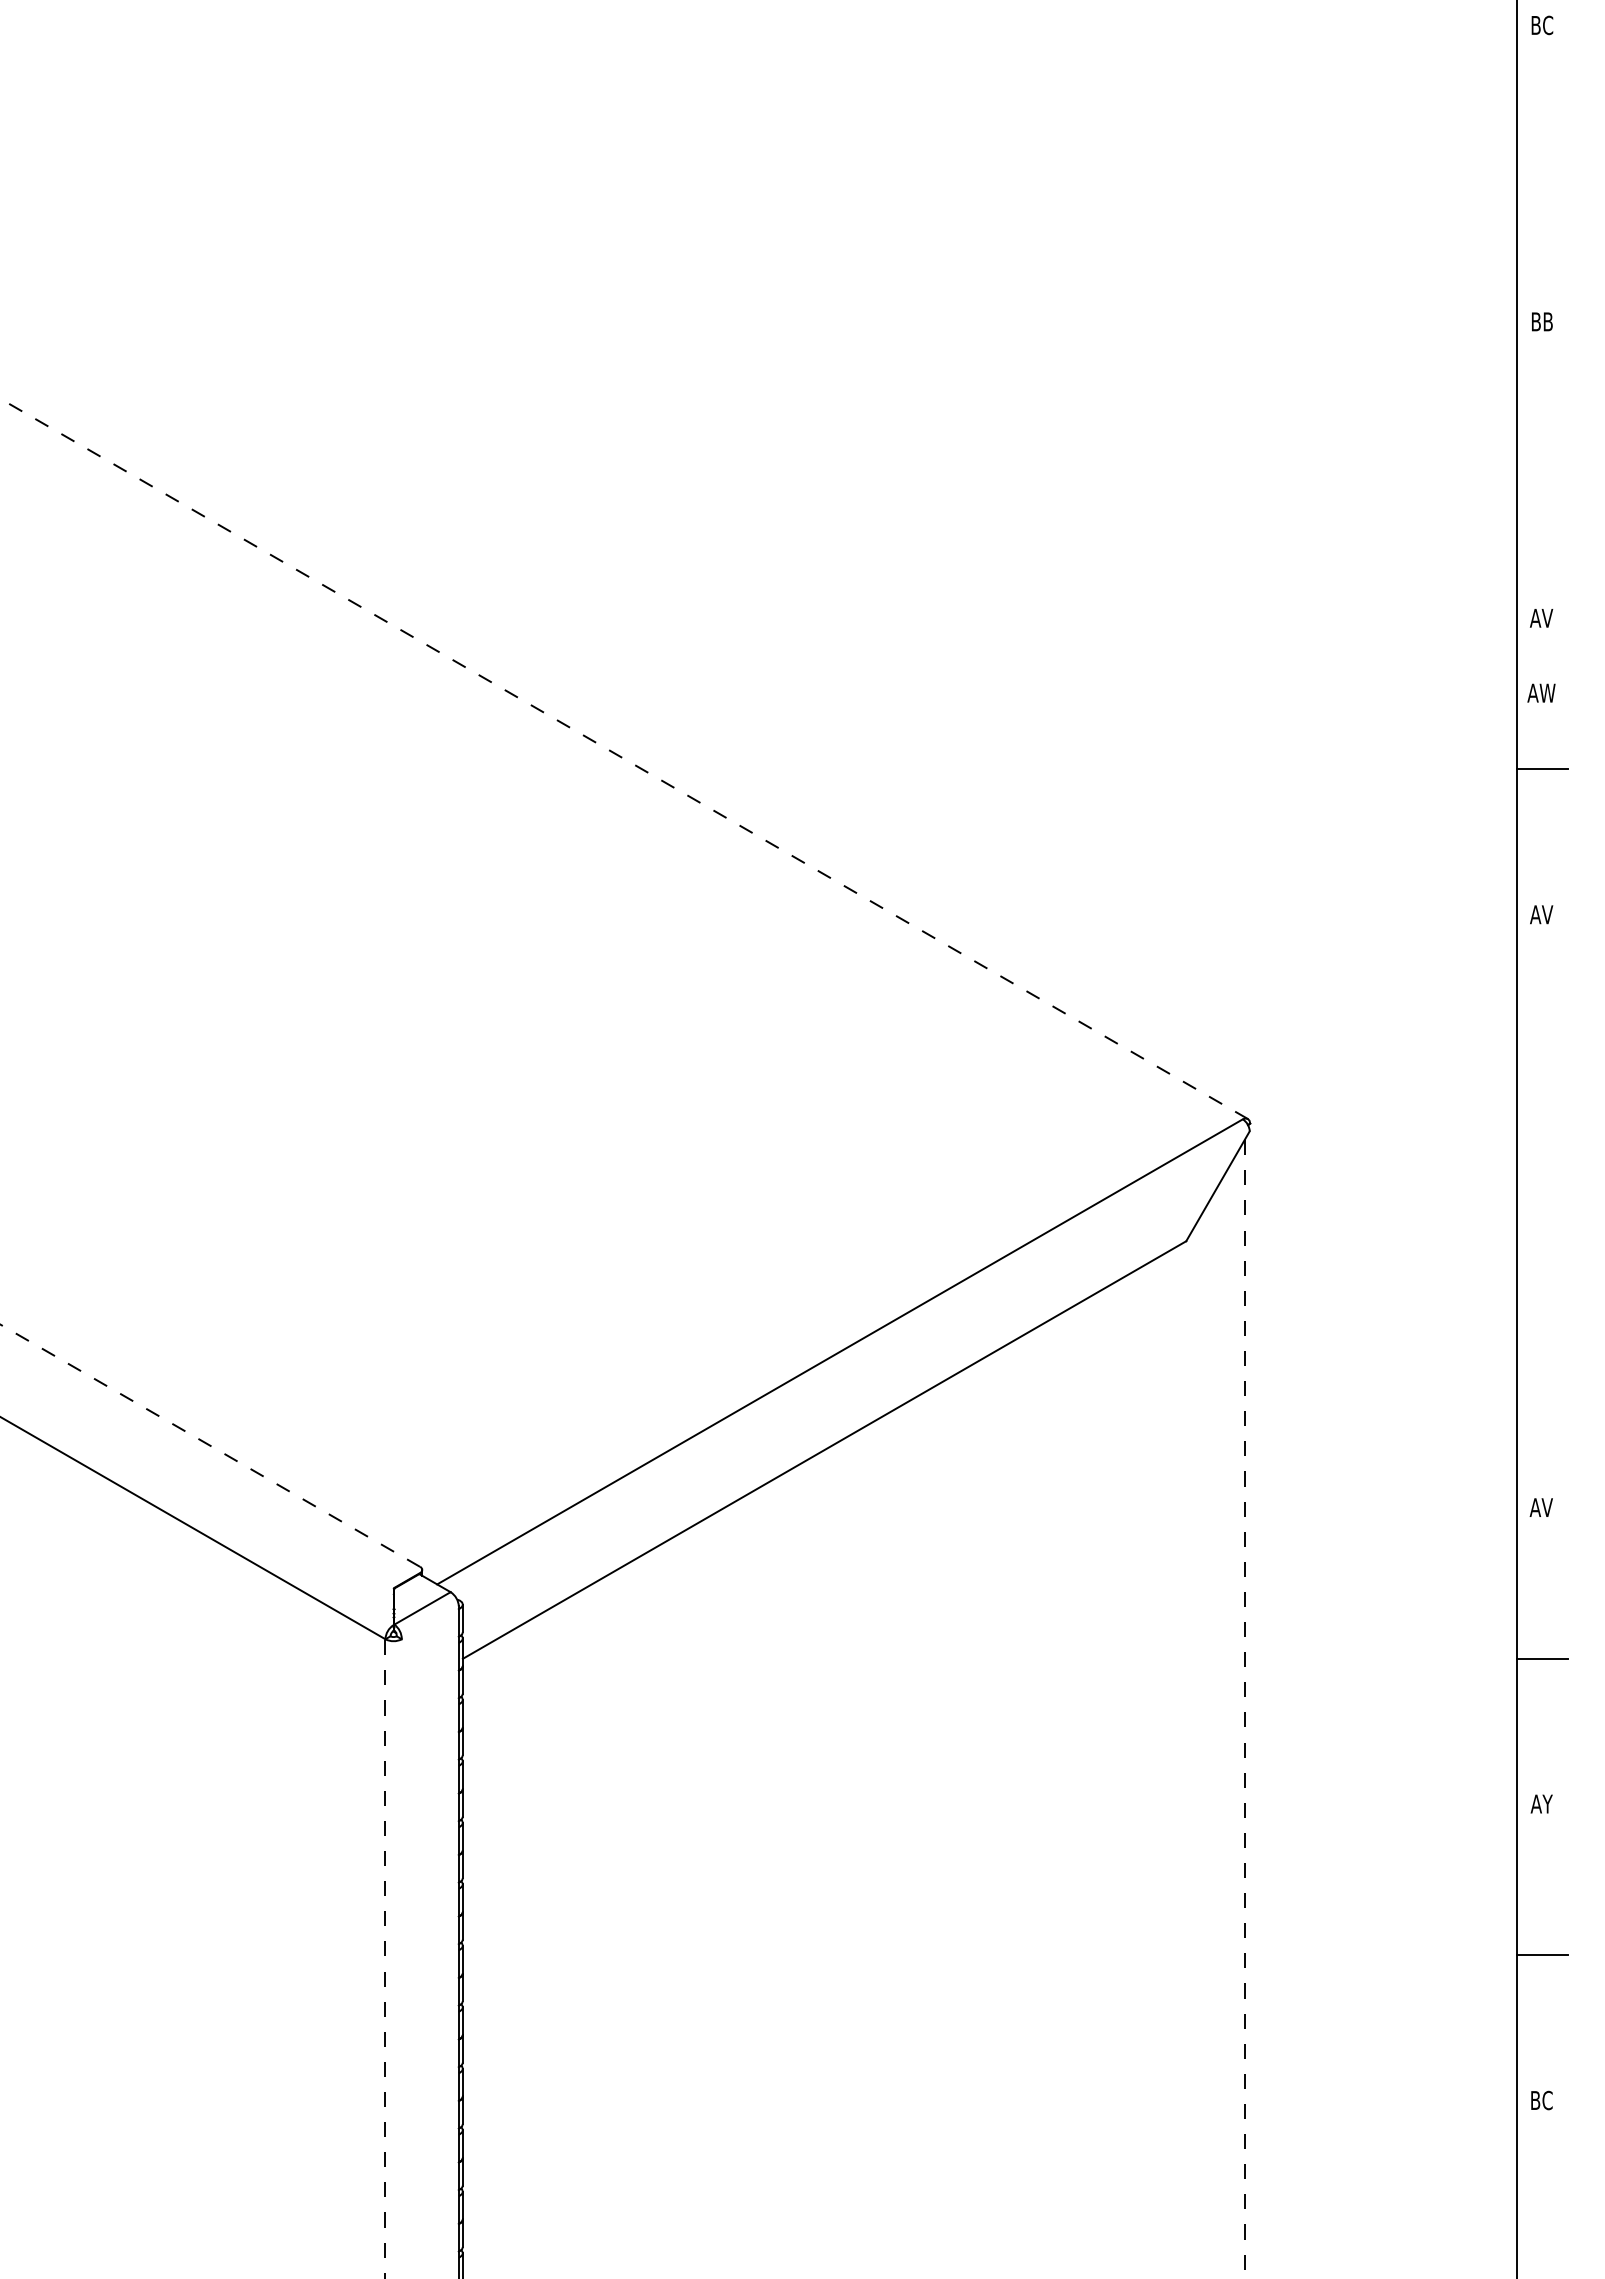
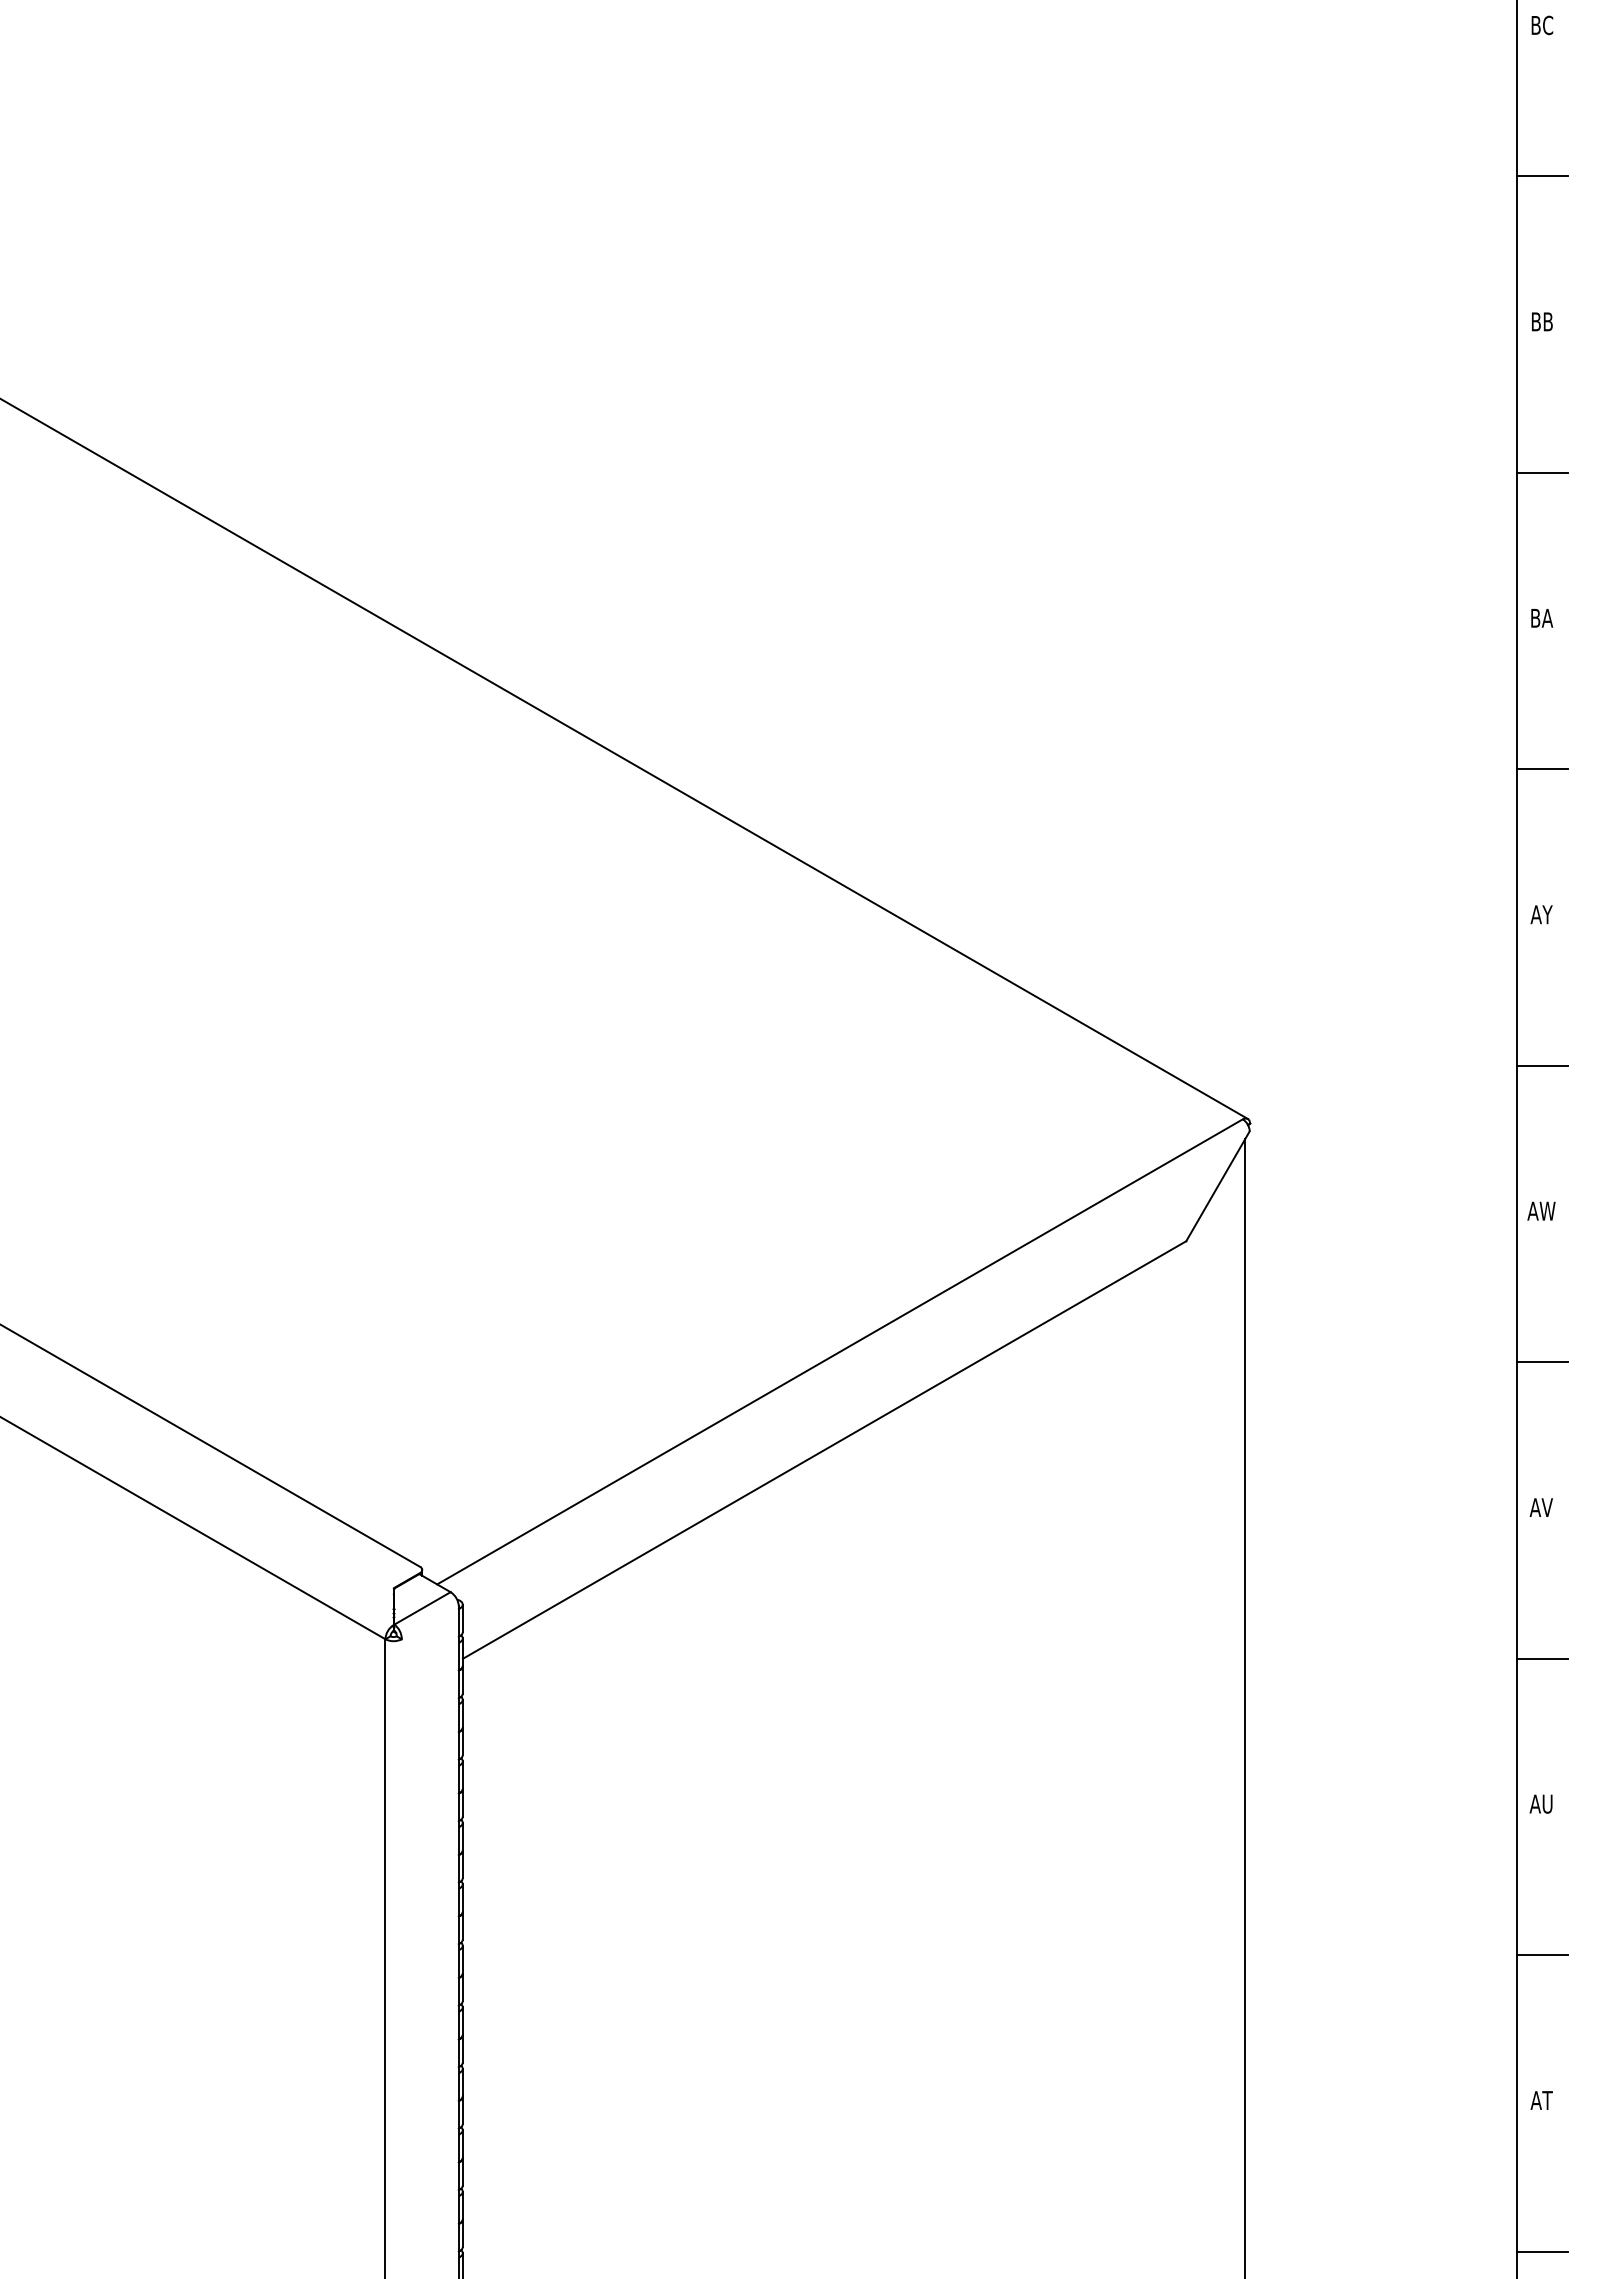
line at (1542, 176): none -> present
line at (1542, 472): none -> present
text at (1541, 618): AV -> BA
text at (1541, 692) position: (1541, 692) -> (1541, 1210)
line at (623, 758): dashed -> solid
text at (1541, 914): AV -> AY
line at (1542, 1065): none -> present
line at (1542, 1362): none -> present
line at (209, 1445): dashed -> solid
line at (1245, 1708): dashed -> solid
text at (1540, 1803): AY -> AU
line at (385, 1958): dashed -> solid
text at (1541, 2100): BC -> AT
line at (1542, 2251): none -> present
